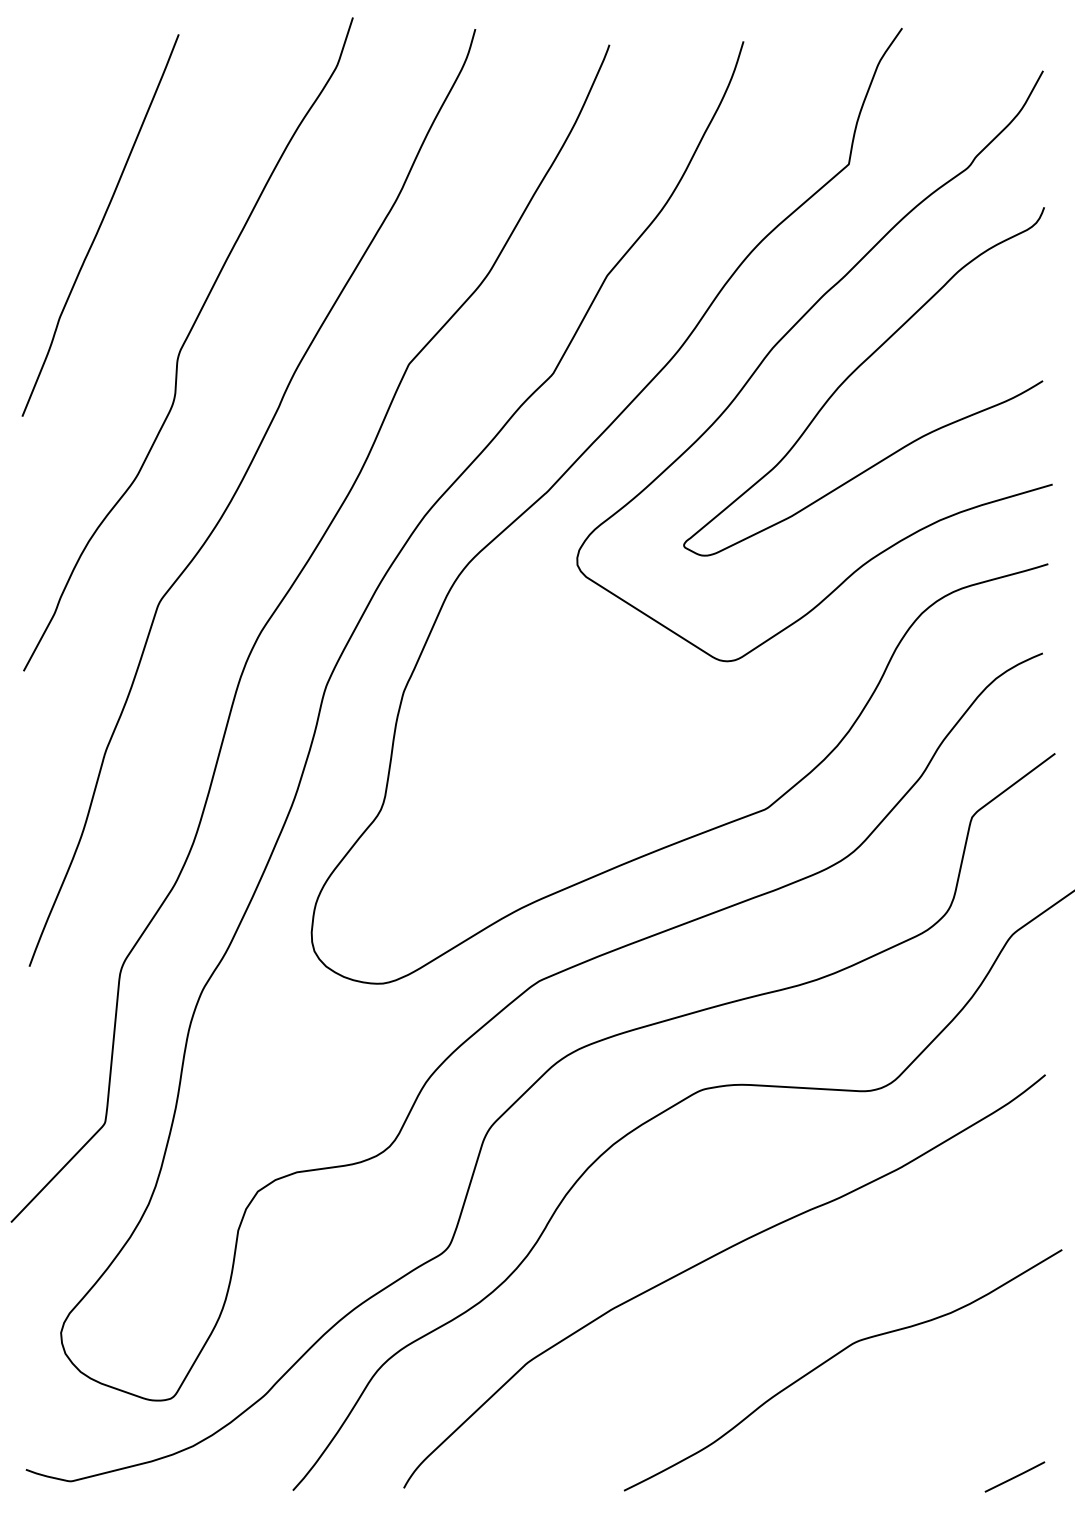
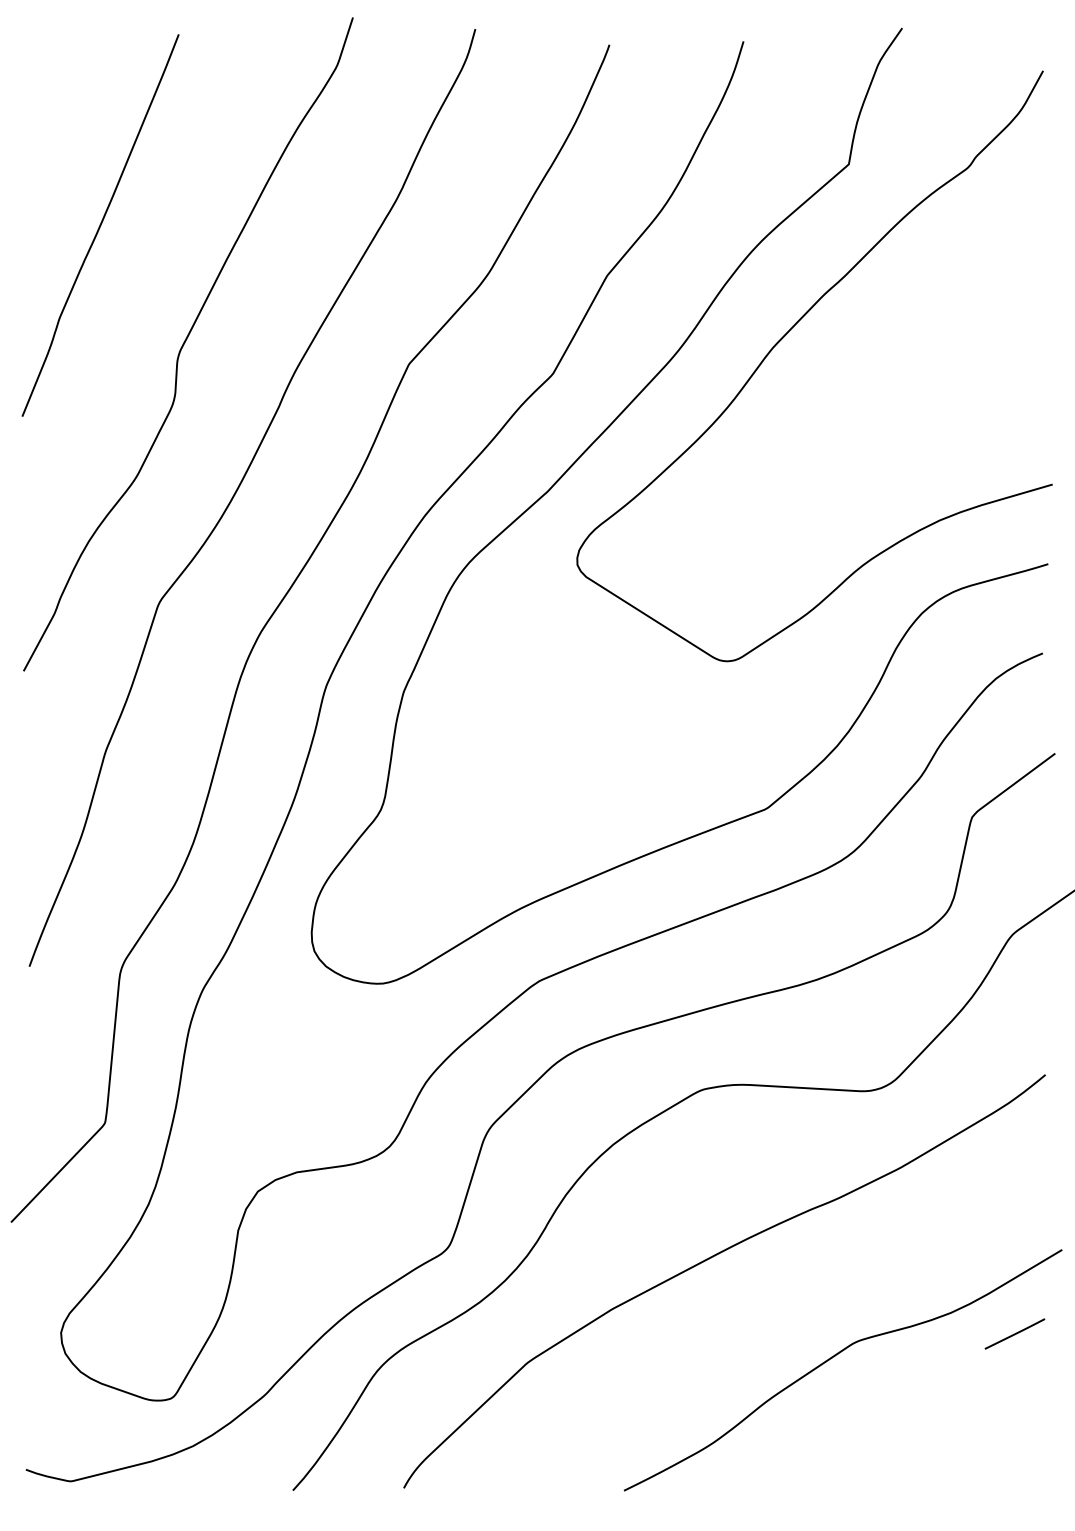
curve at (854, 372): present -> none
line at (1014, 1476) position: (1014, 1476) -> (1014, 1333)
